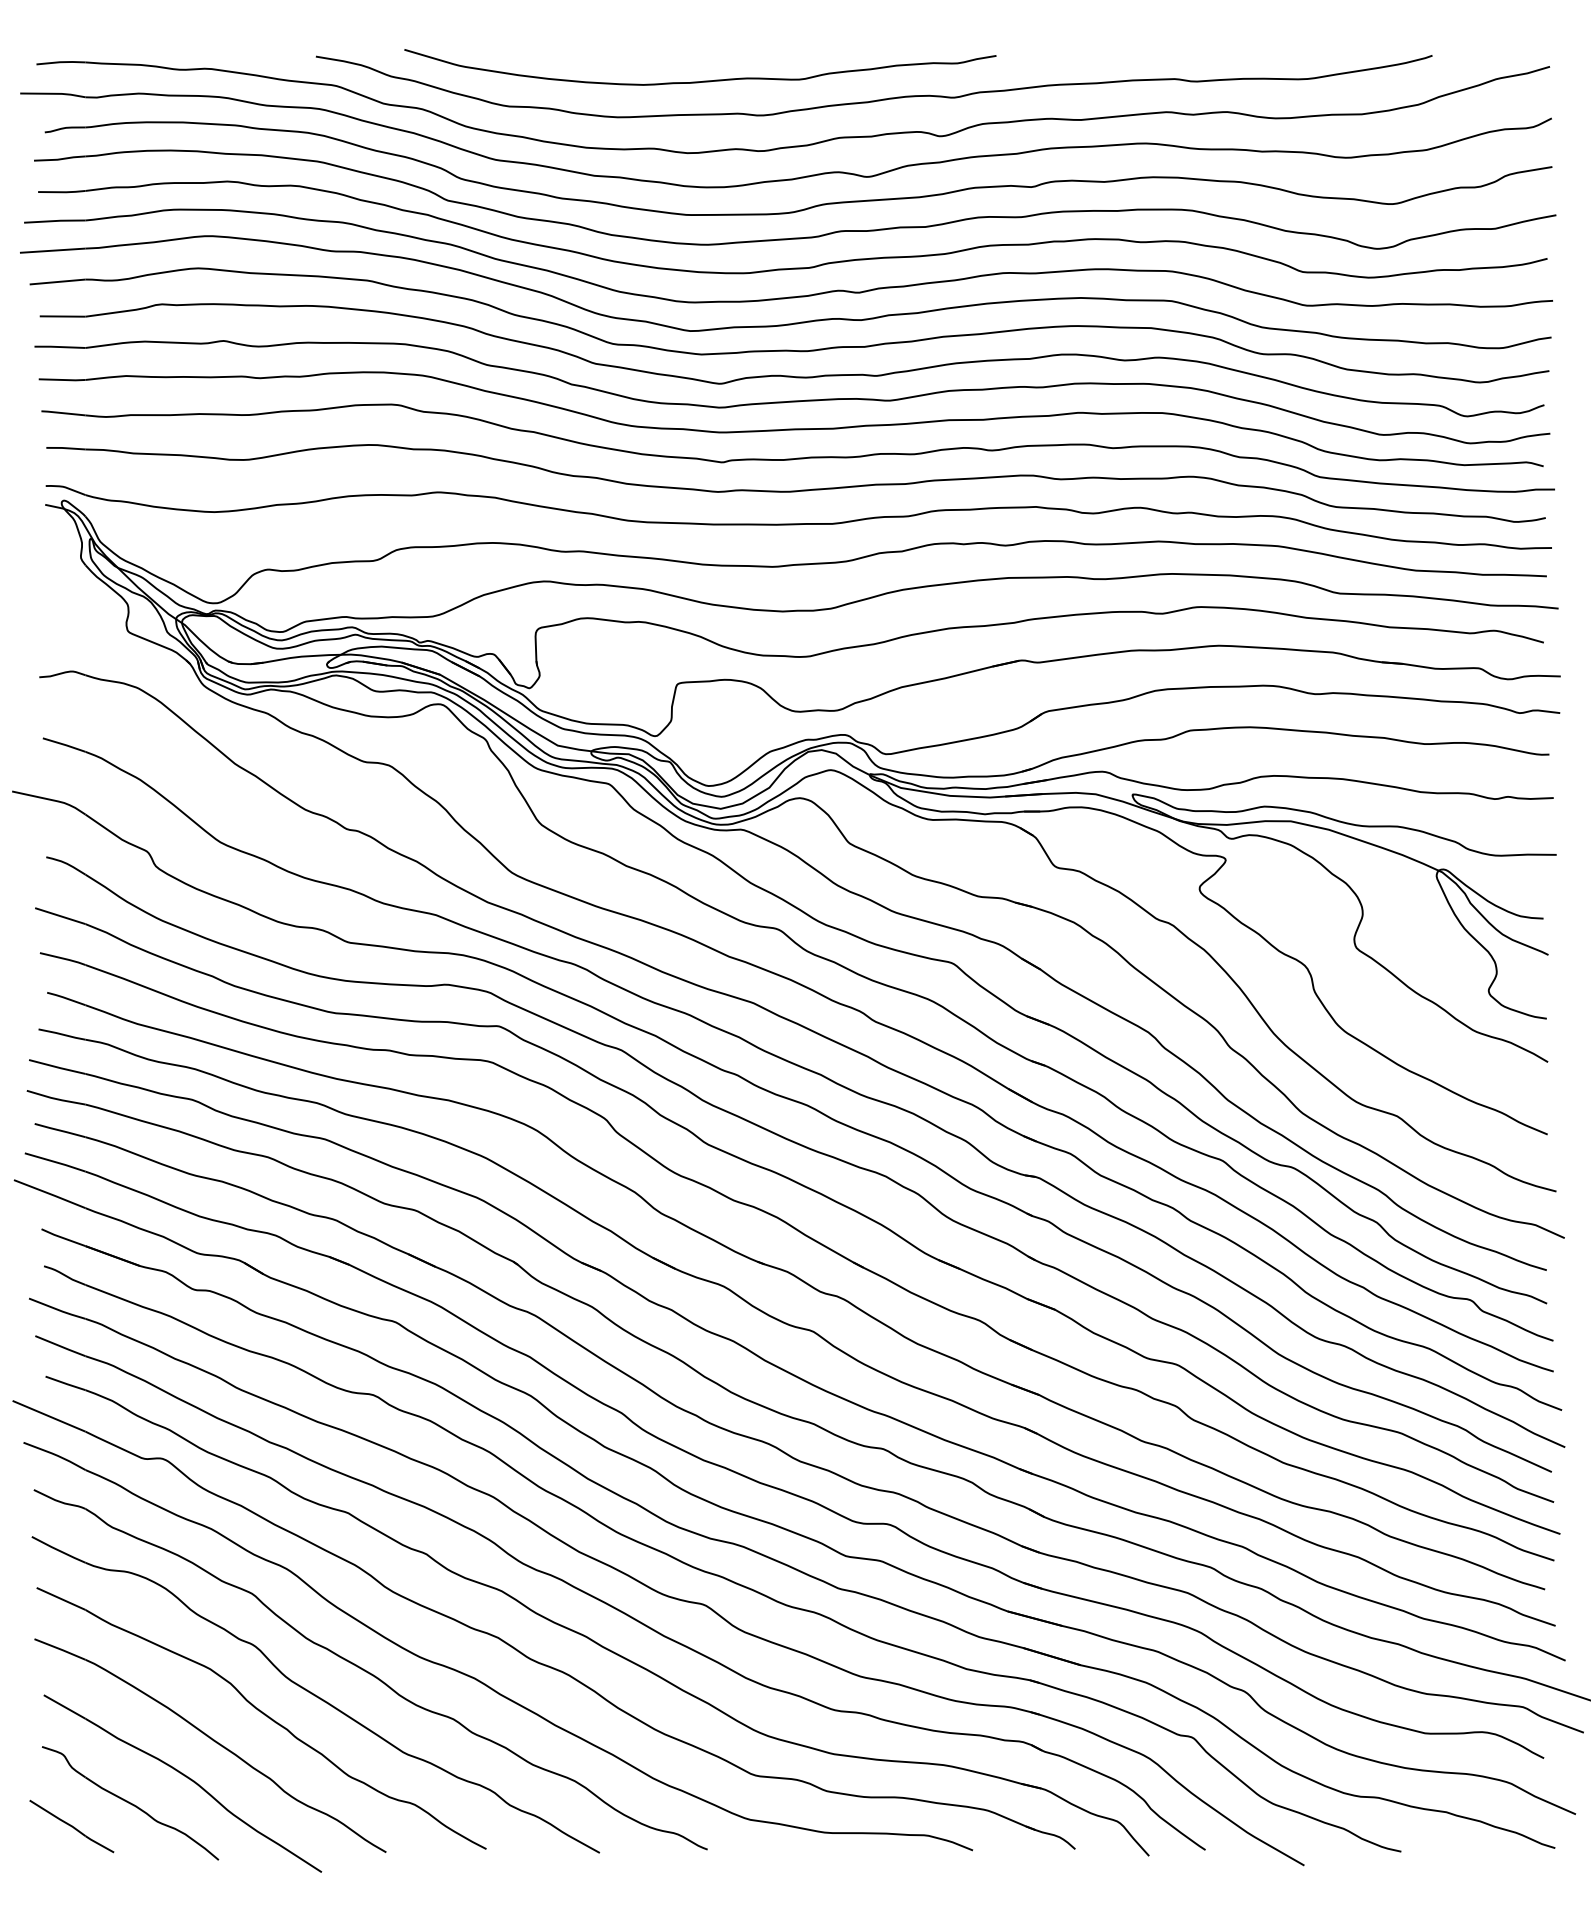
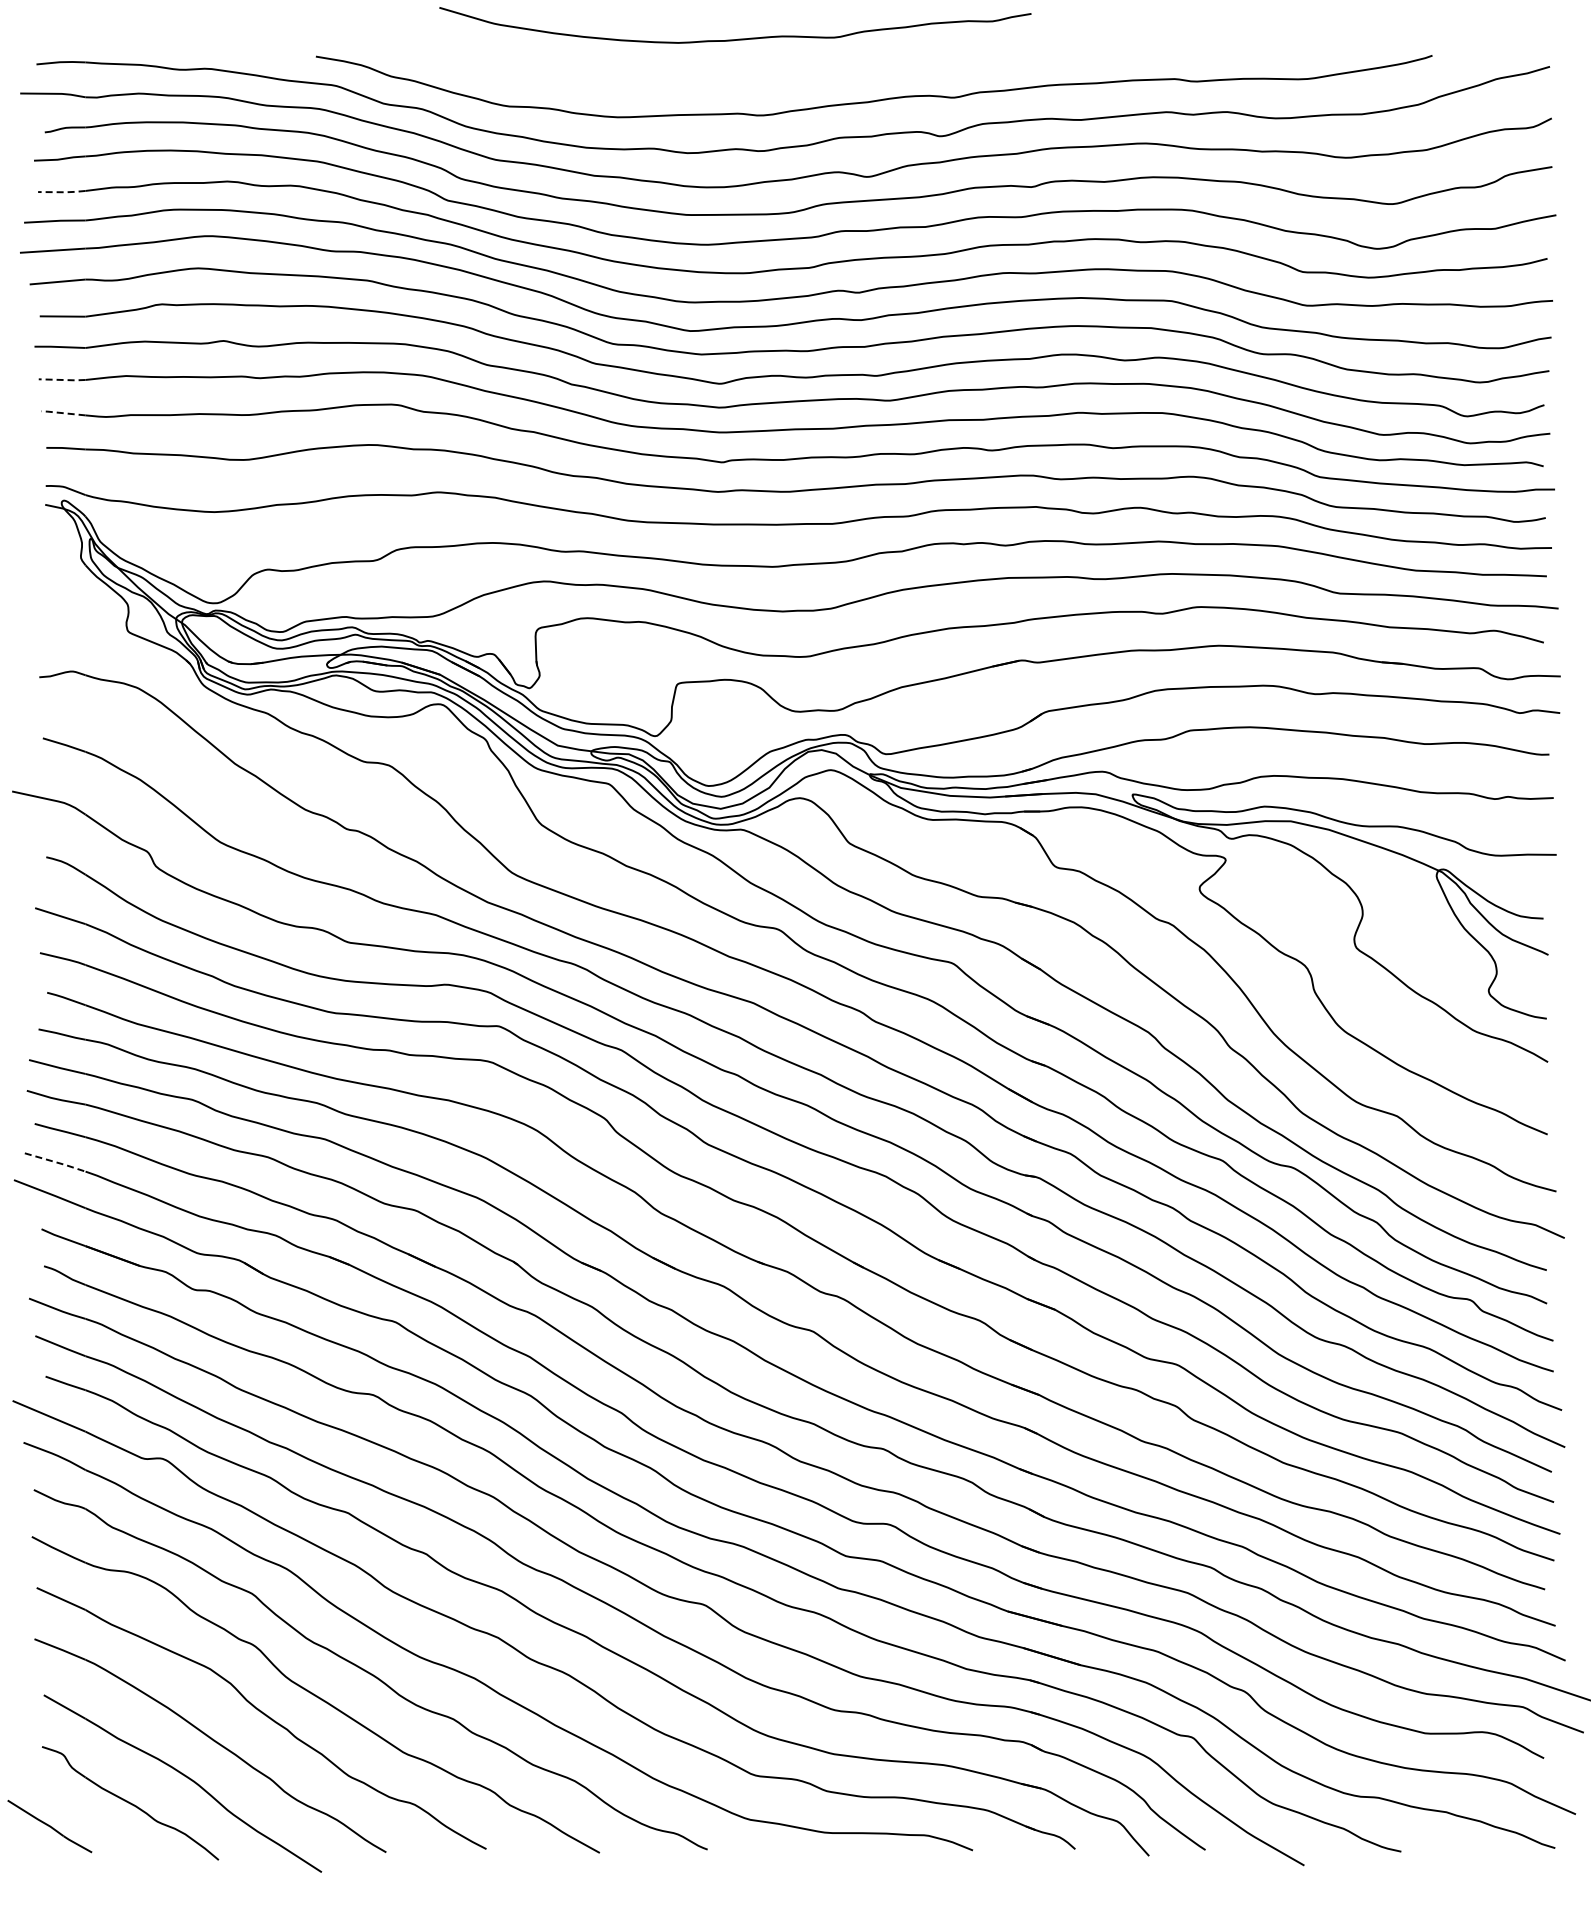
curve at (703, 80) position: (703, 80) -> (738, 38)
line at (62, 192): solid -> dashed
line at (62, 379): solid -> dashed
line at (62, 413): solid -> dashed
line at (56, 1162): solid -> dashed
part at (71, 1826) position: (71, 1826) -> (49, 1826)
